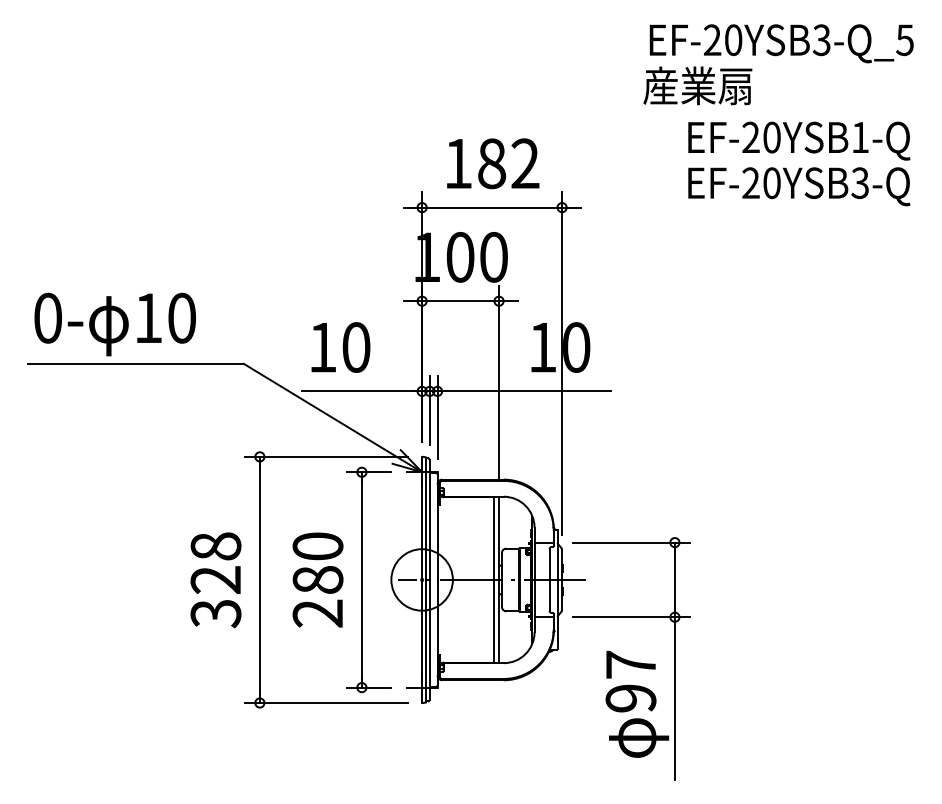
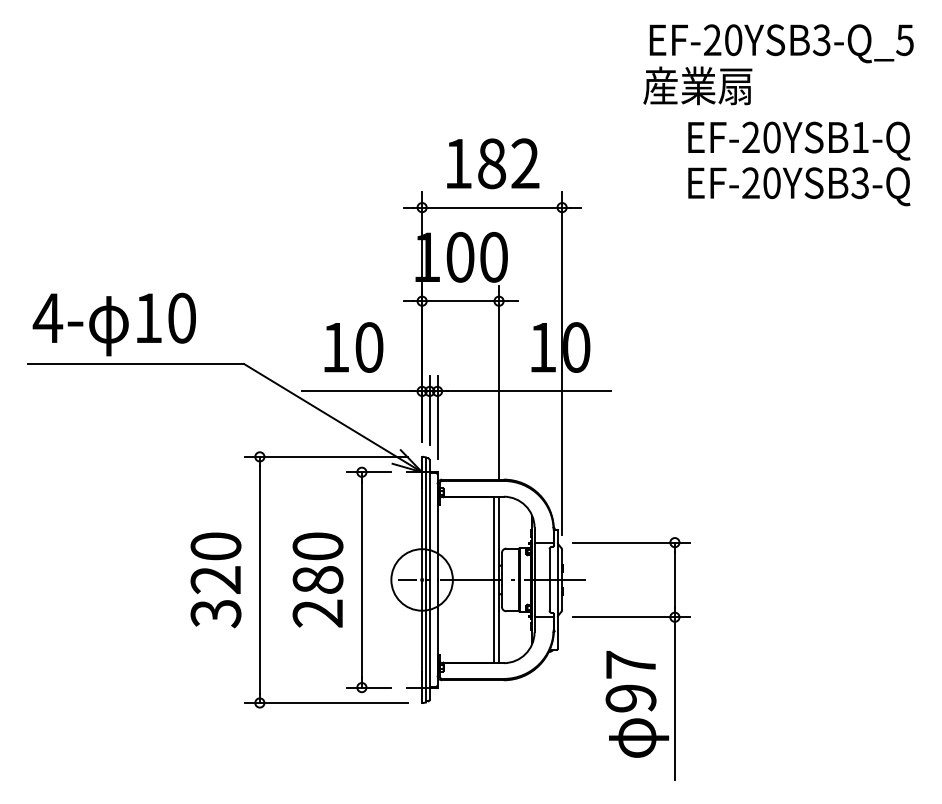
text at (47, 317): 0- -> 4-
text at (340, 347) position: (340, 347) -> (353, 347)
text at (215, 546): 328 -> 320
